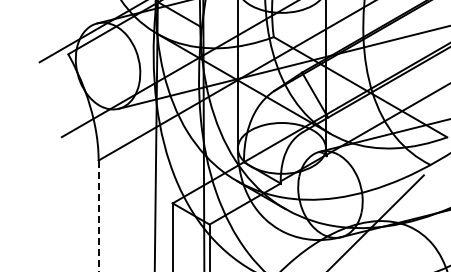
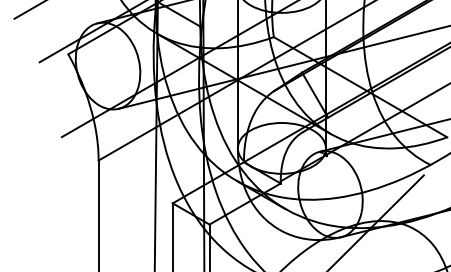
line at (28, 10): none -> present
line at (98, 216): dashed -> solid
